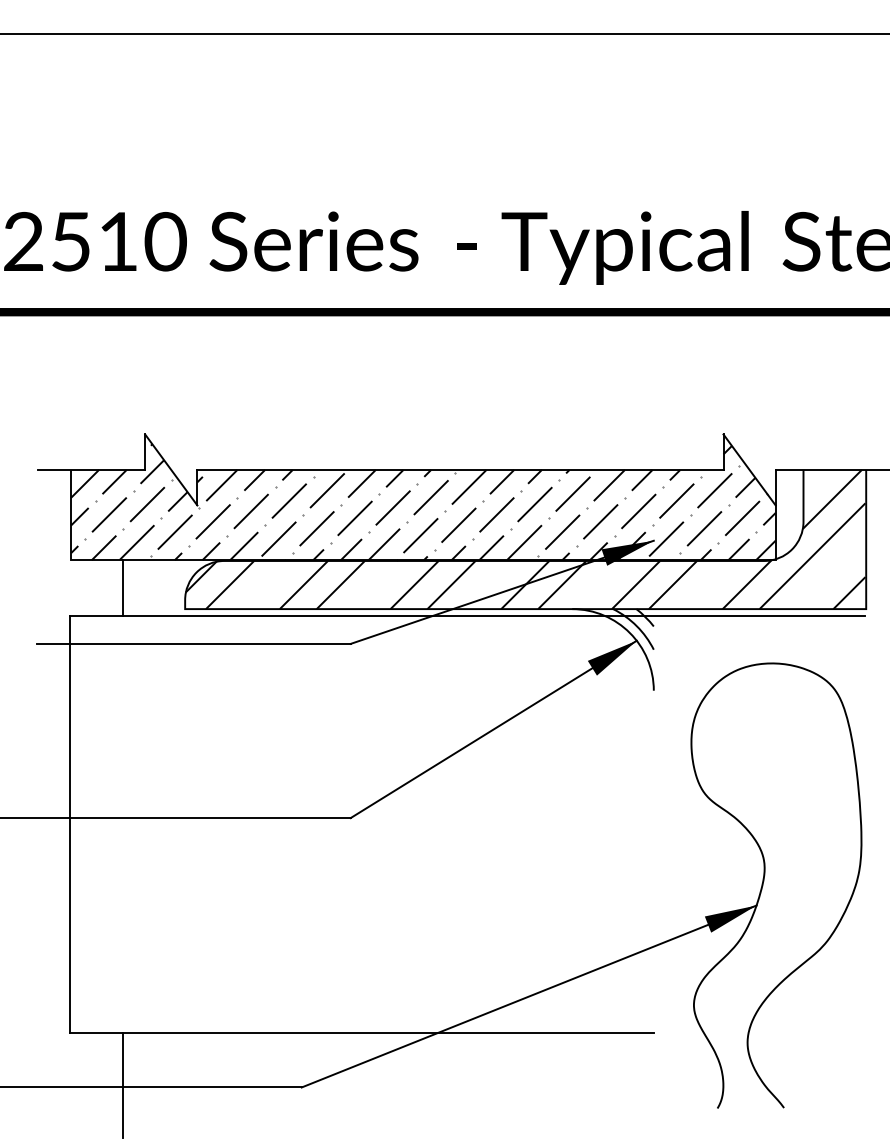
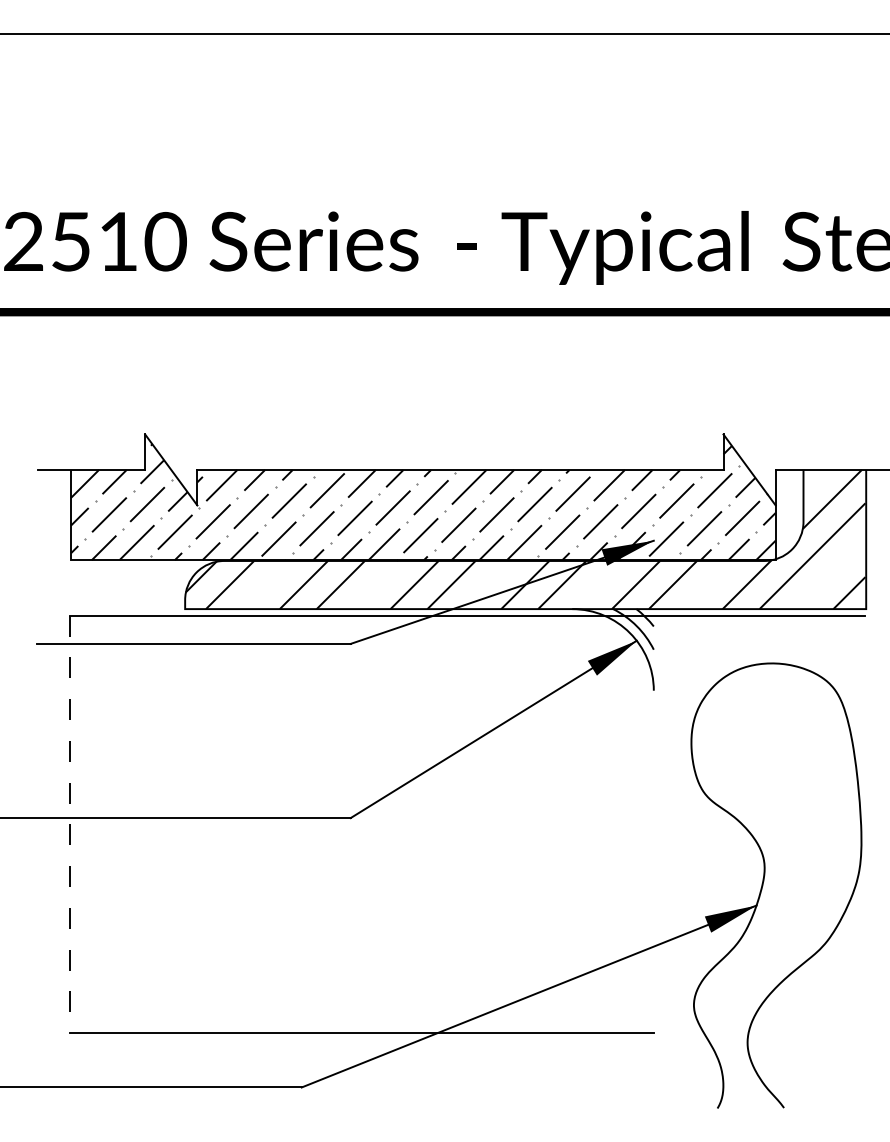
line at (122, 587): present -> none
line at (70, 824): solid -> dashed
line at (122, 1085): present -> none
